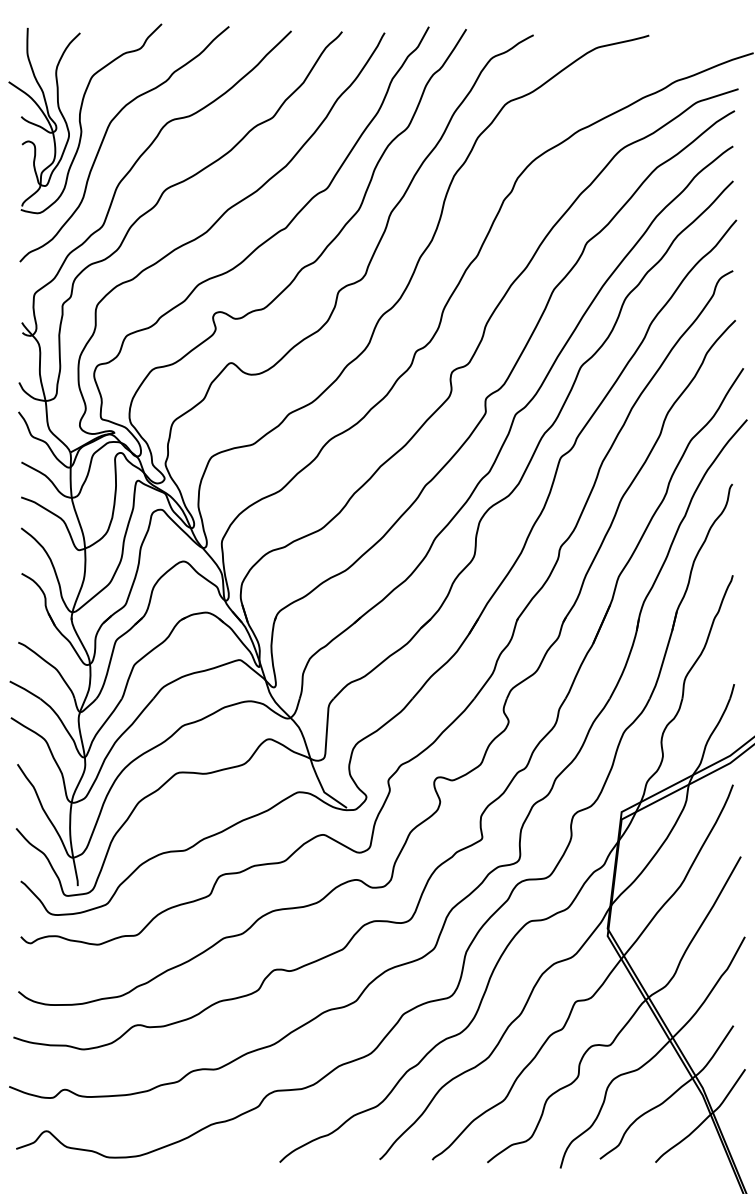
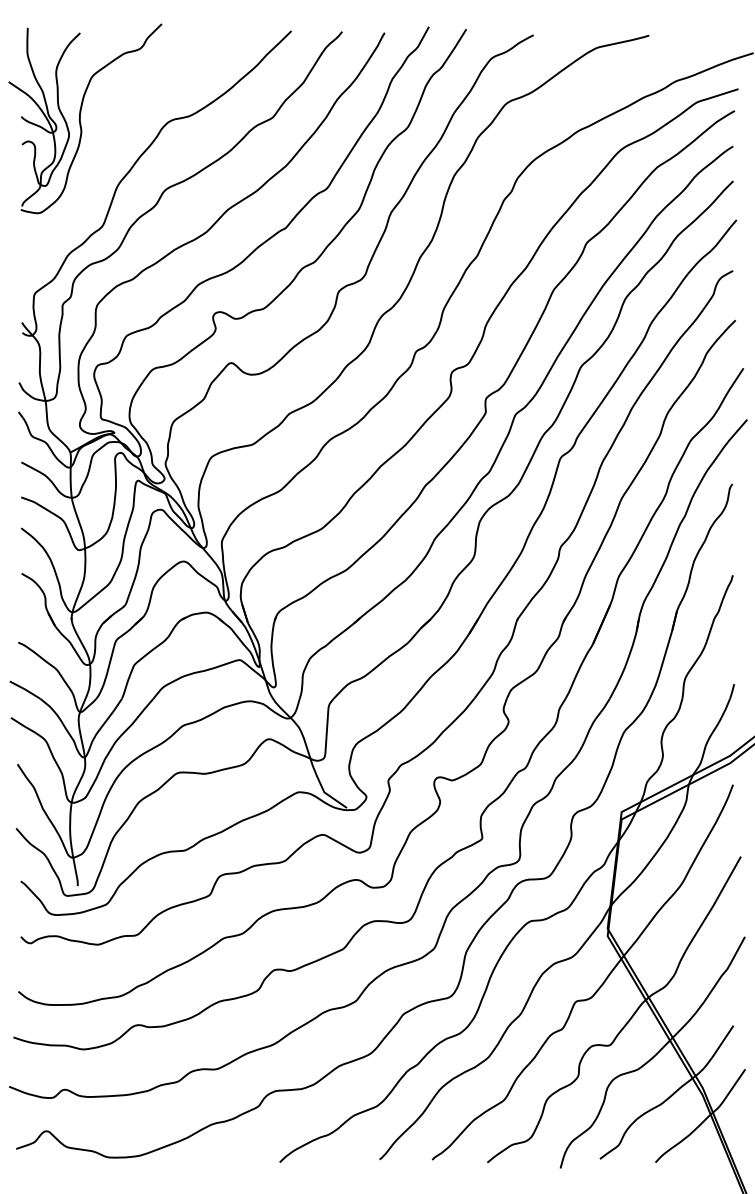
curve at (106, 134): present -> none
